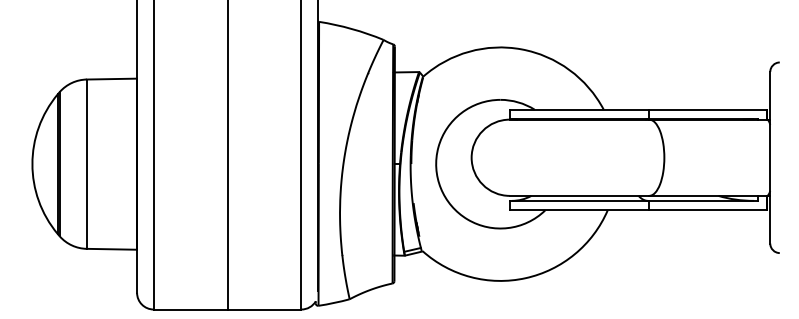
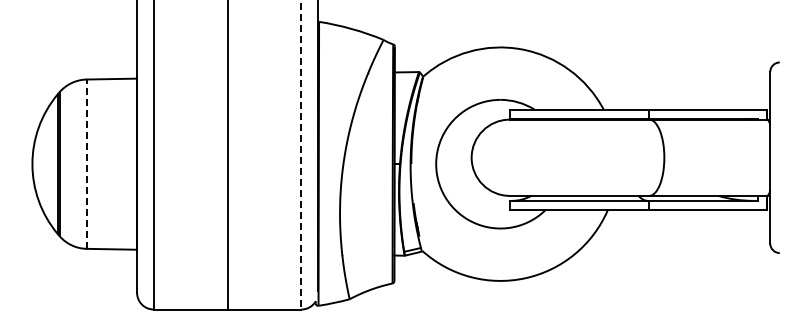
line at (301, 155): solid -> dashed
line at (86, 164): solid -> dashed
